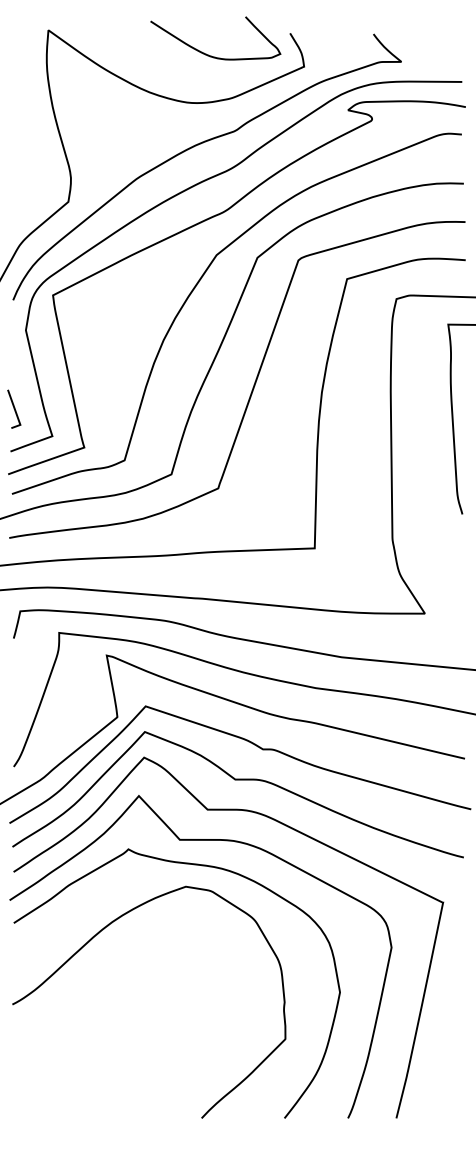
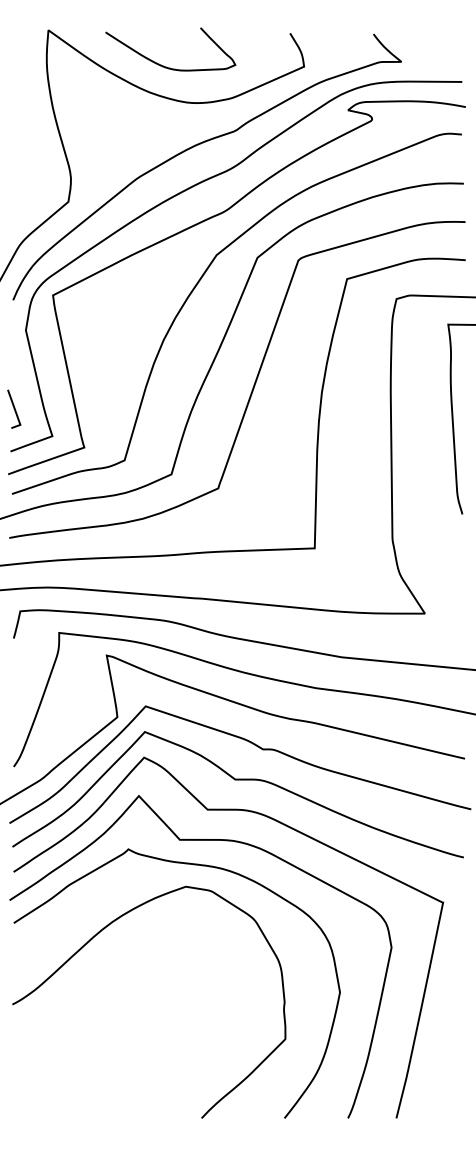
curve at (208, 54) position: (208, 54) -> (163, 65)
